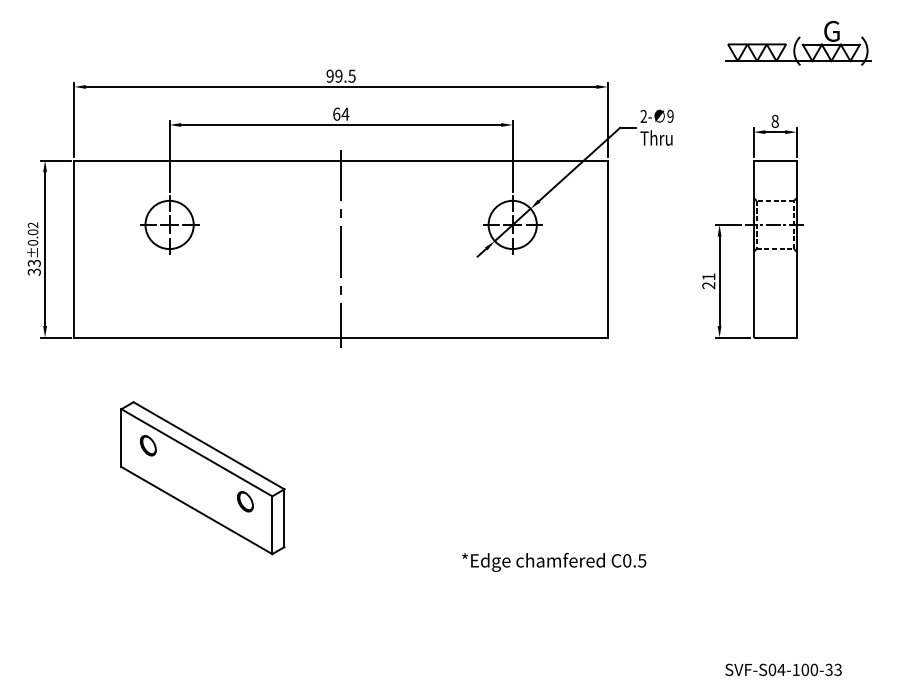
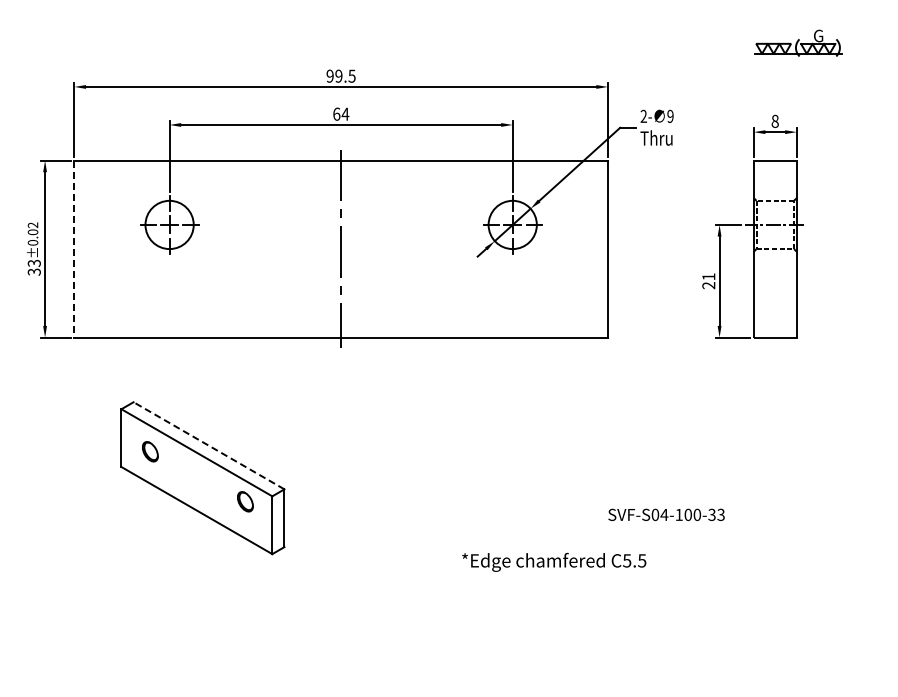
part at (798, 42) size: 147x46 px -> 89x28 px
line at (74, 249): solid -> dashed
part at (148, 445) position: (148, 445) -> (150, 451)
line at (208, 445): solid -> dashed
text at (627, 560): C0.5 -> C5.5
text at (783, 669) position: (783, 669) -> (666, 514)
